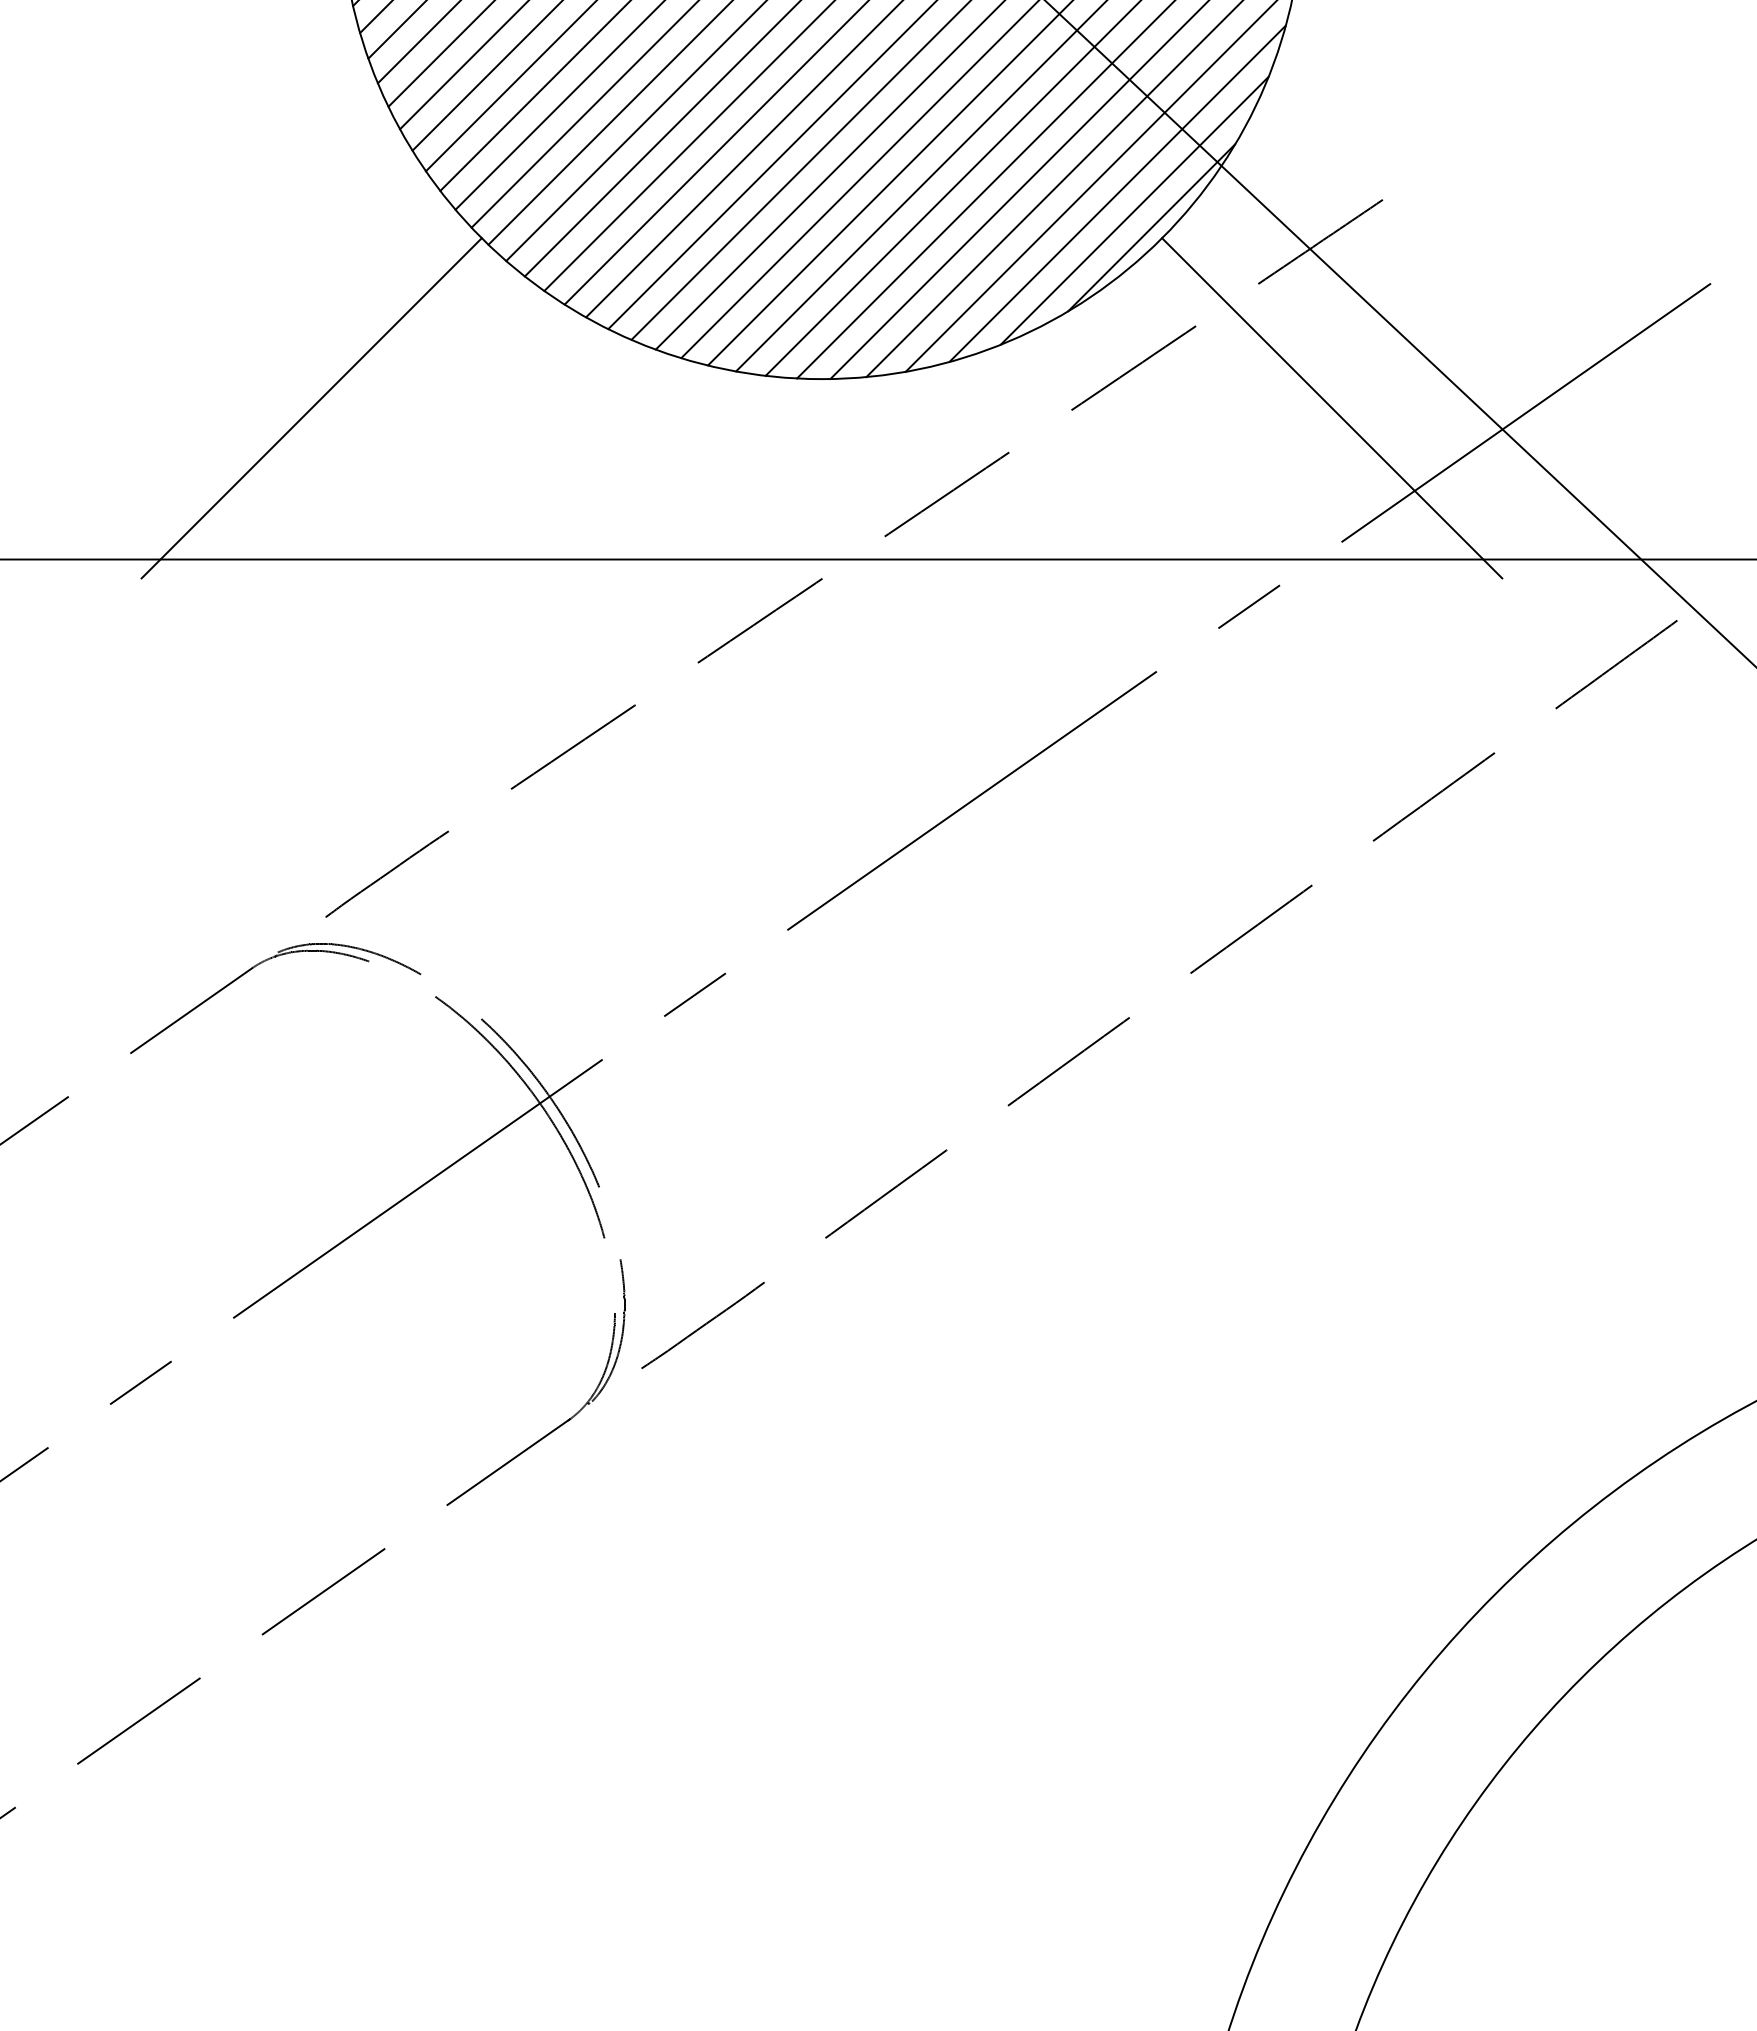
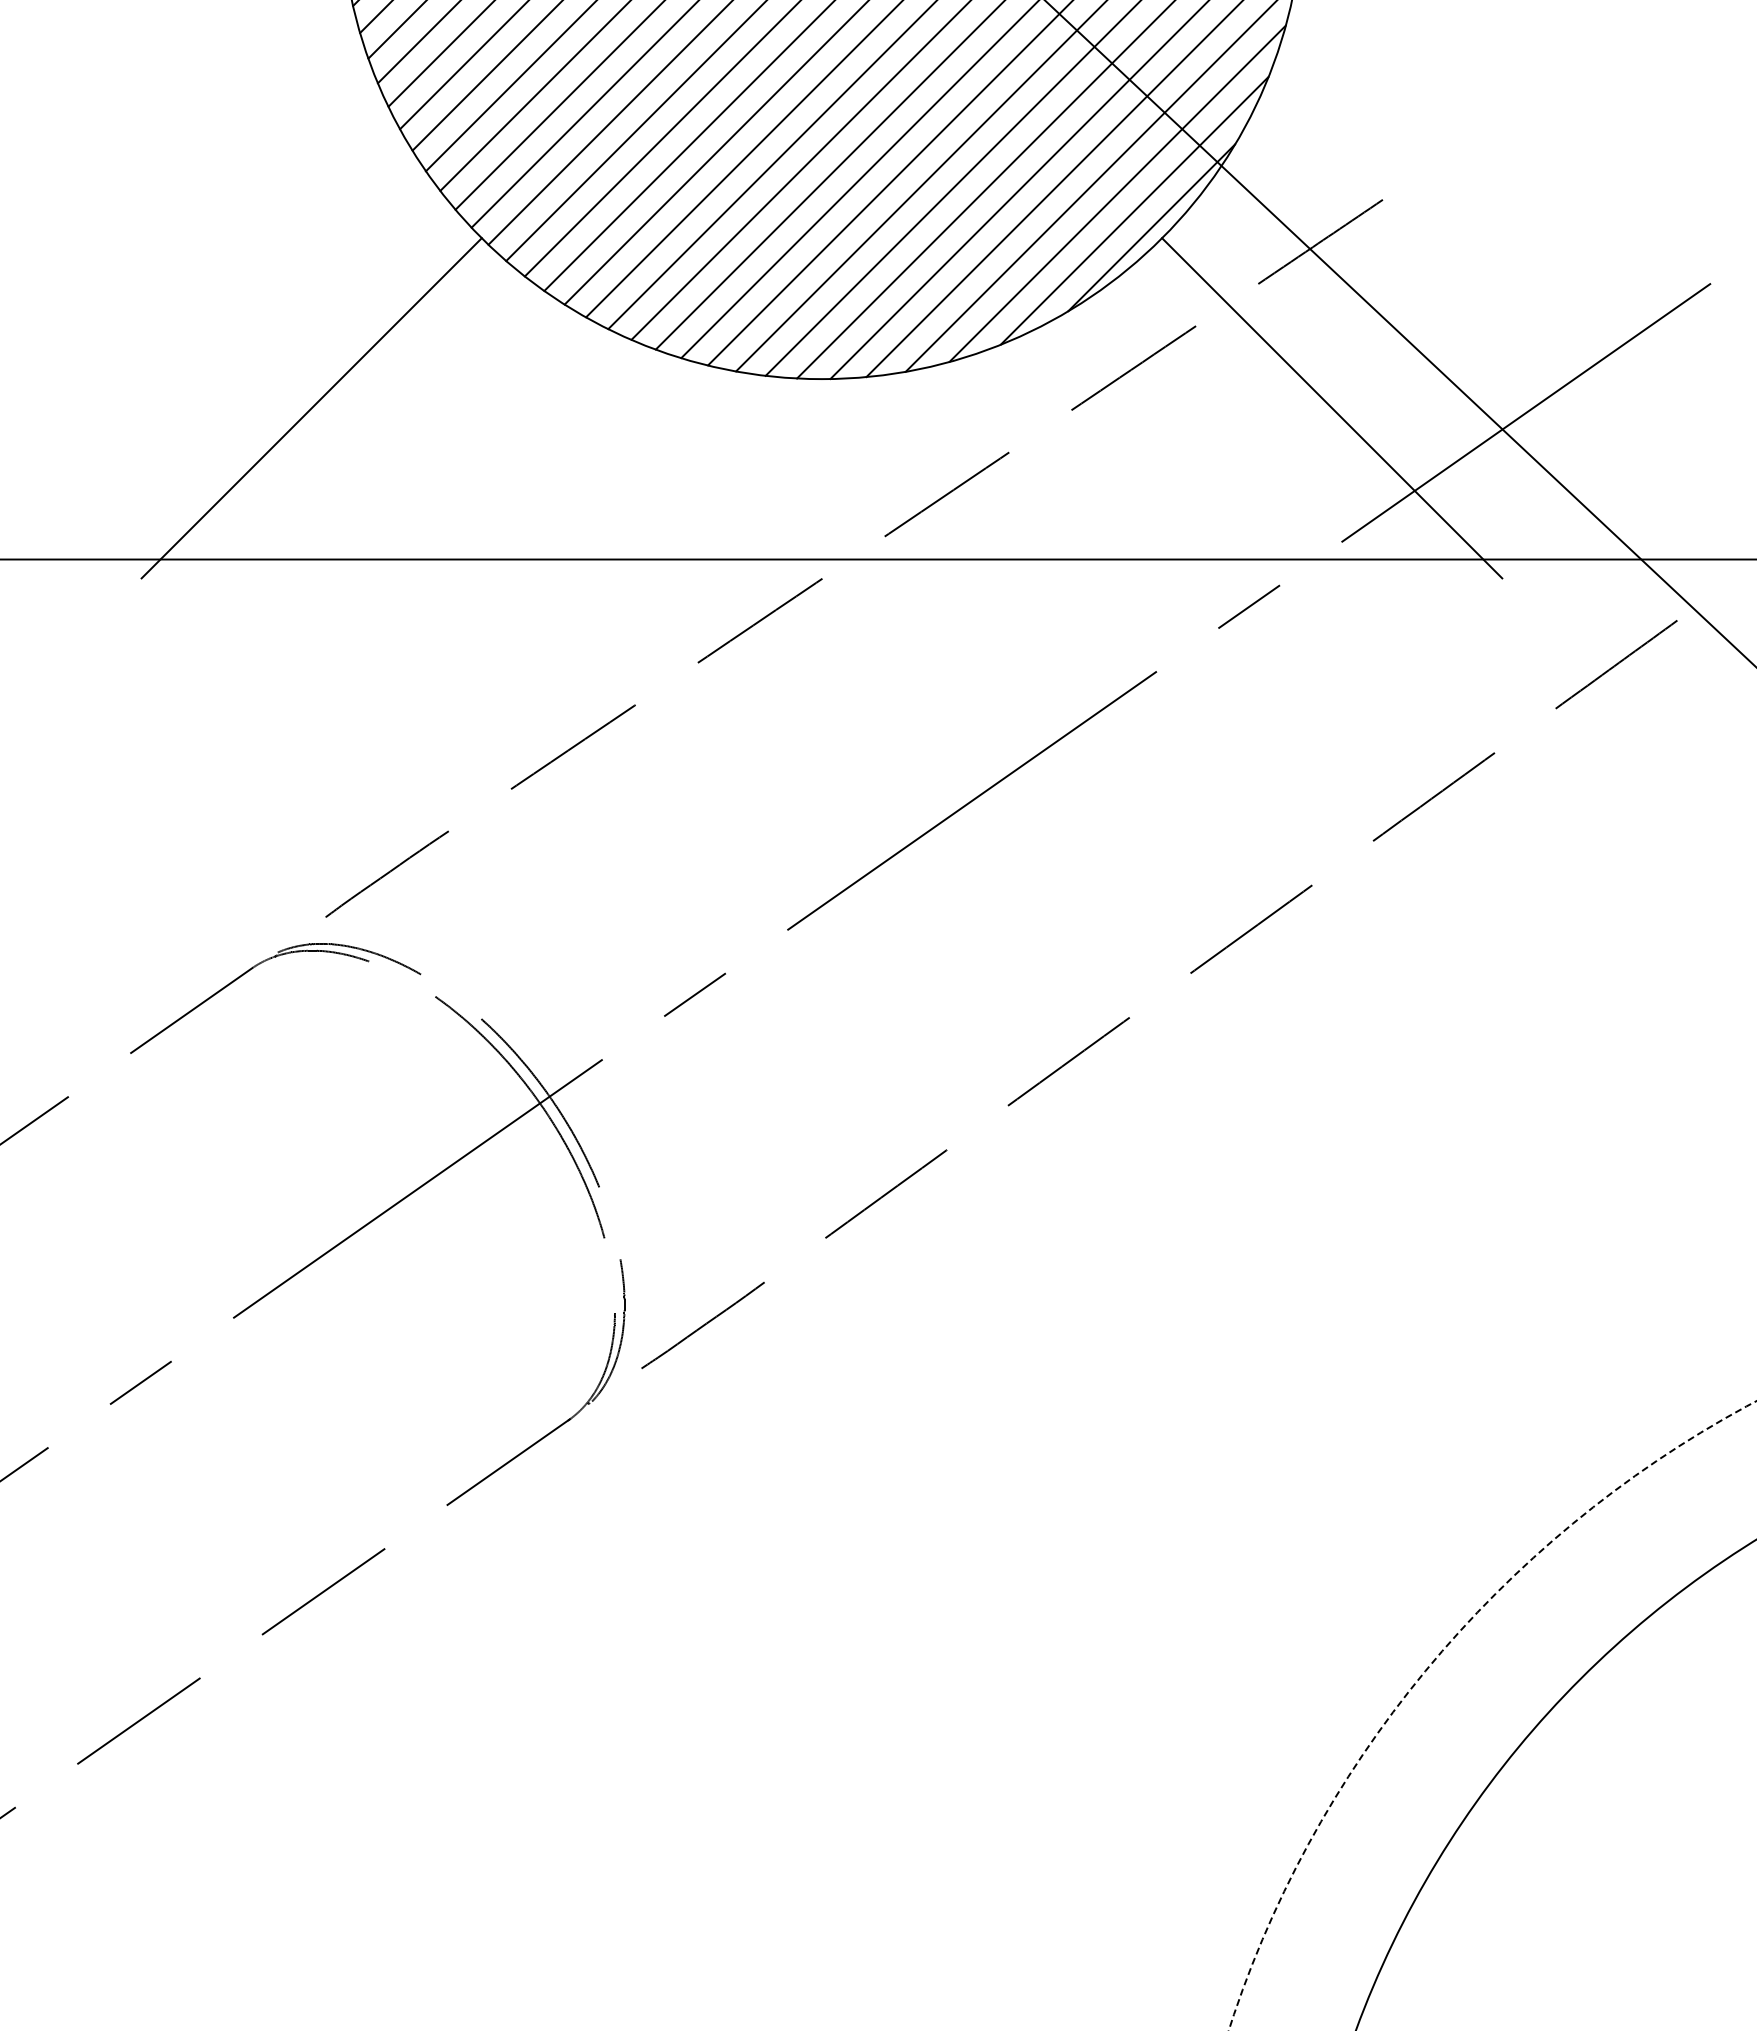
circle at (1492, 1715): solid -> dashed
